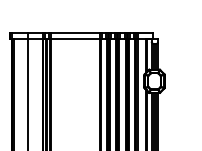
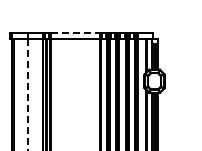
line at (75, 32): solid -> dashed
line at (27, 94): solid -> dashed
